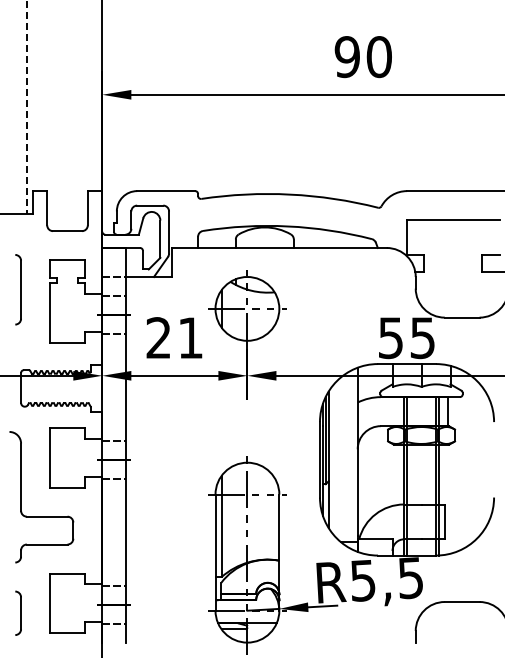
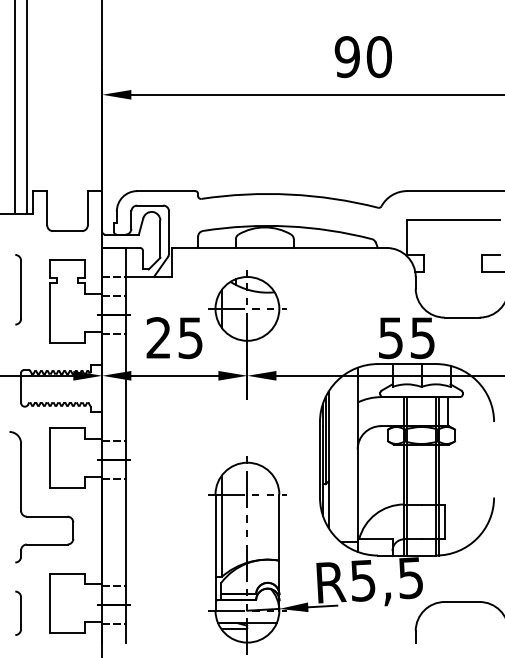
line at (26, 107): dashed -> solid
line at (15, 108): none -> present
text at (190, 338): 21 -> 25
